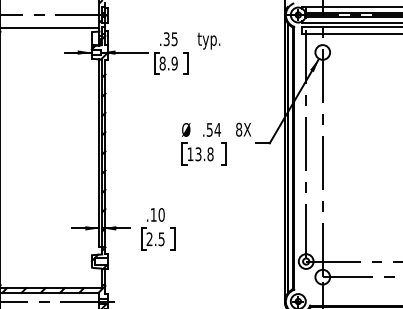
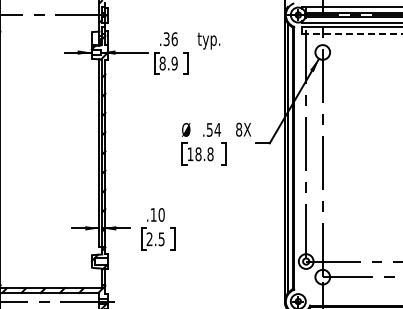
line at (50, 28): present -> none
line at (352, 33): solid -> dashed
text at (174, 39): .35 -> .36
text at (198, 154): 13.8 -> 18.8
